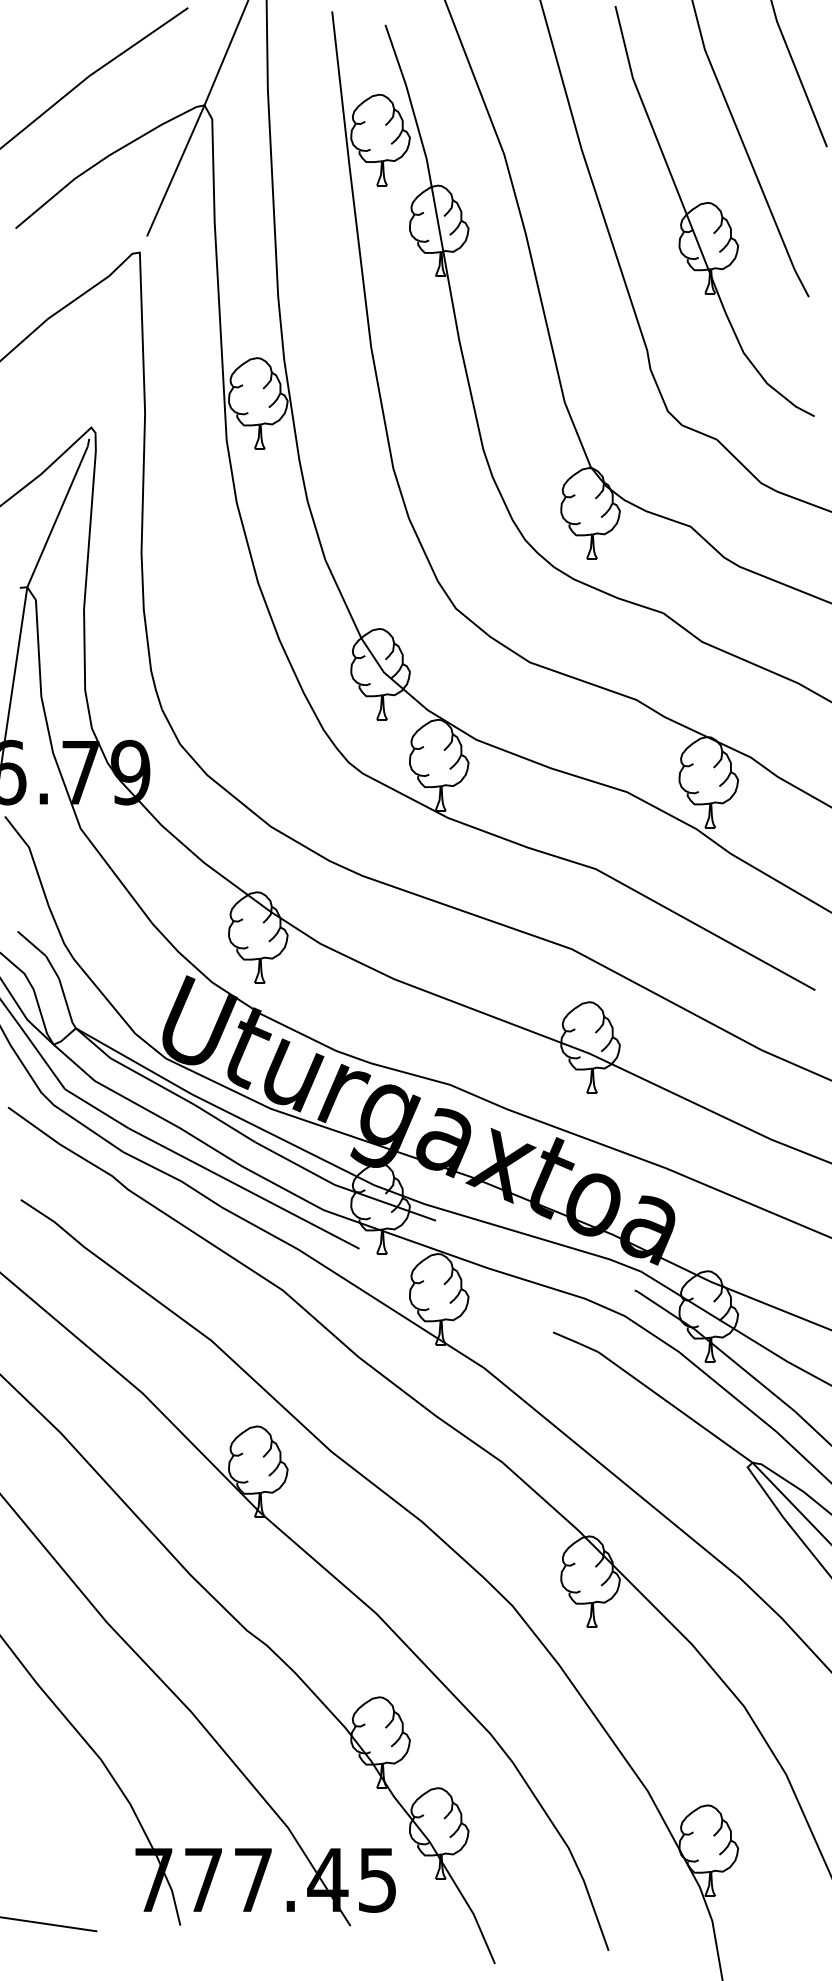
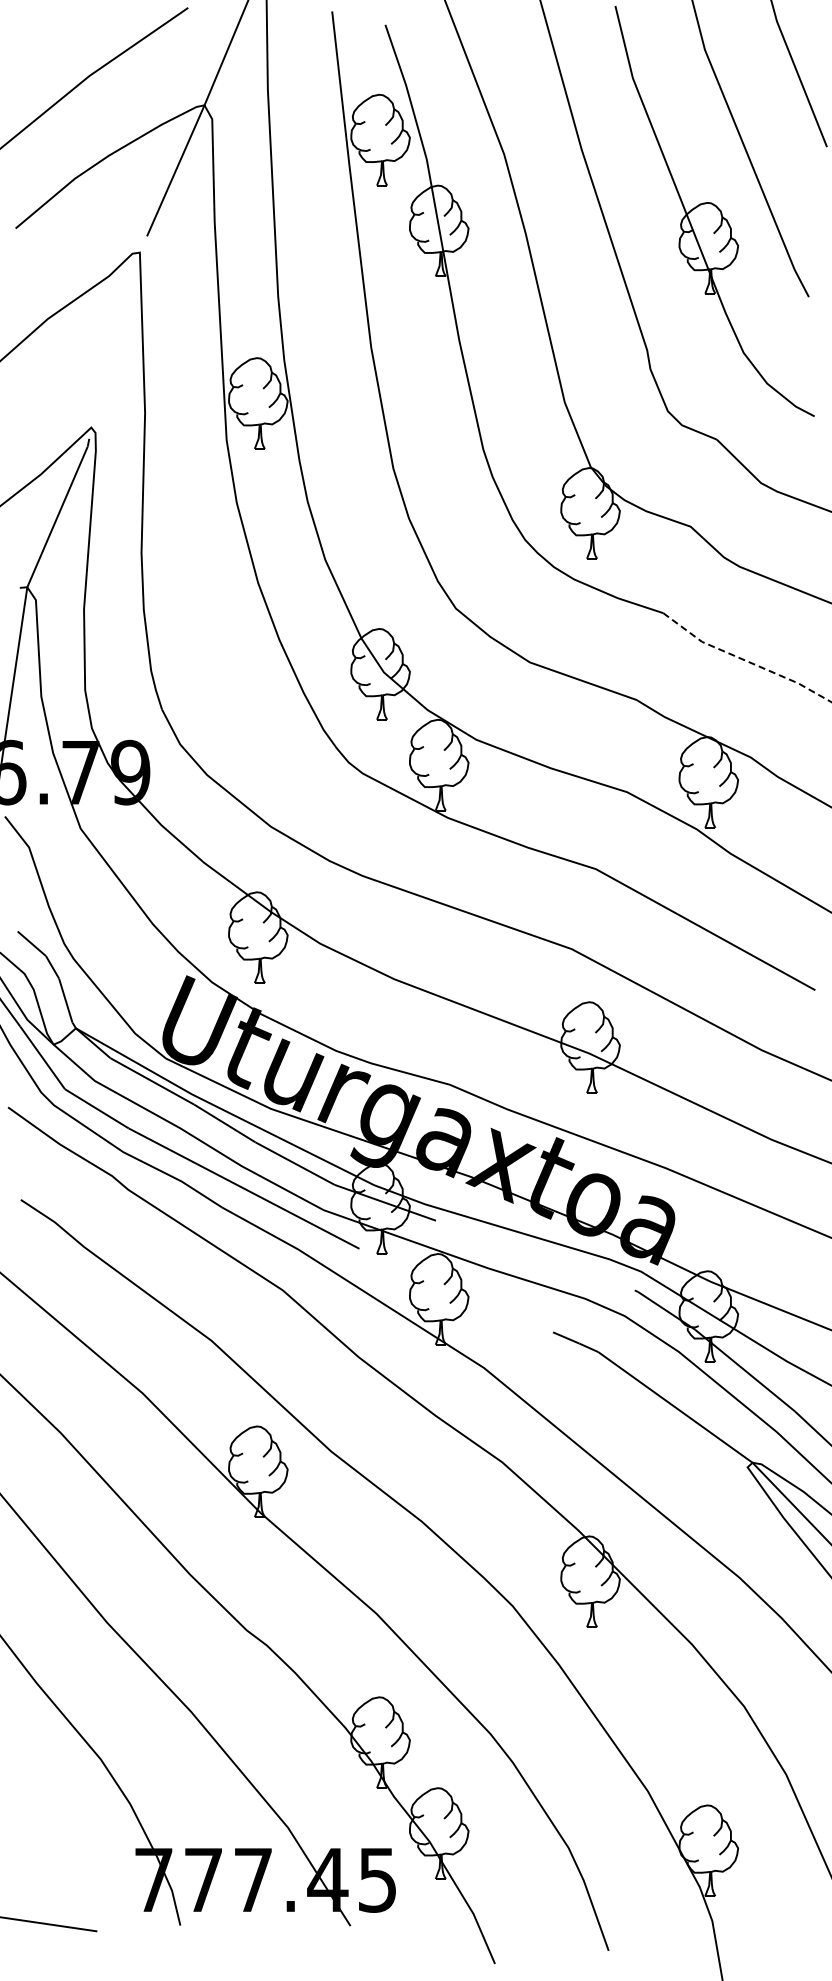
line at (745, 660): solid -> dashed
